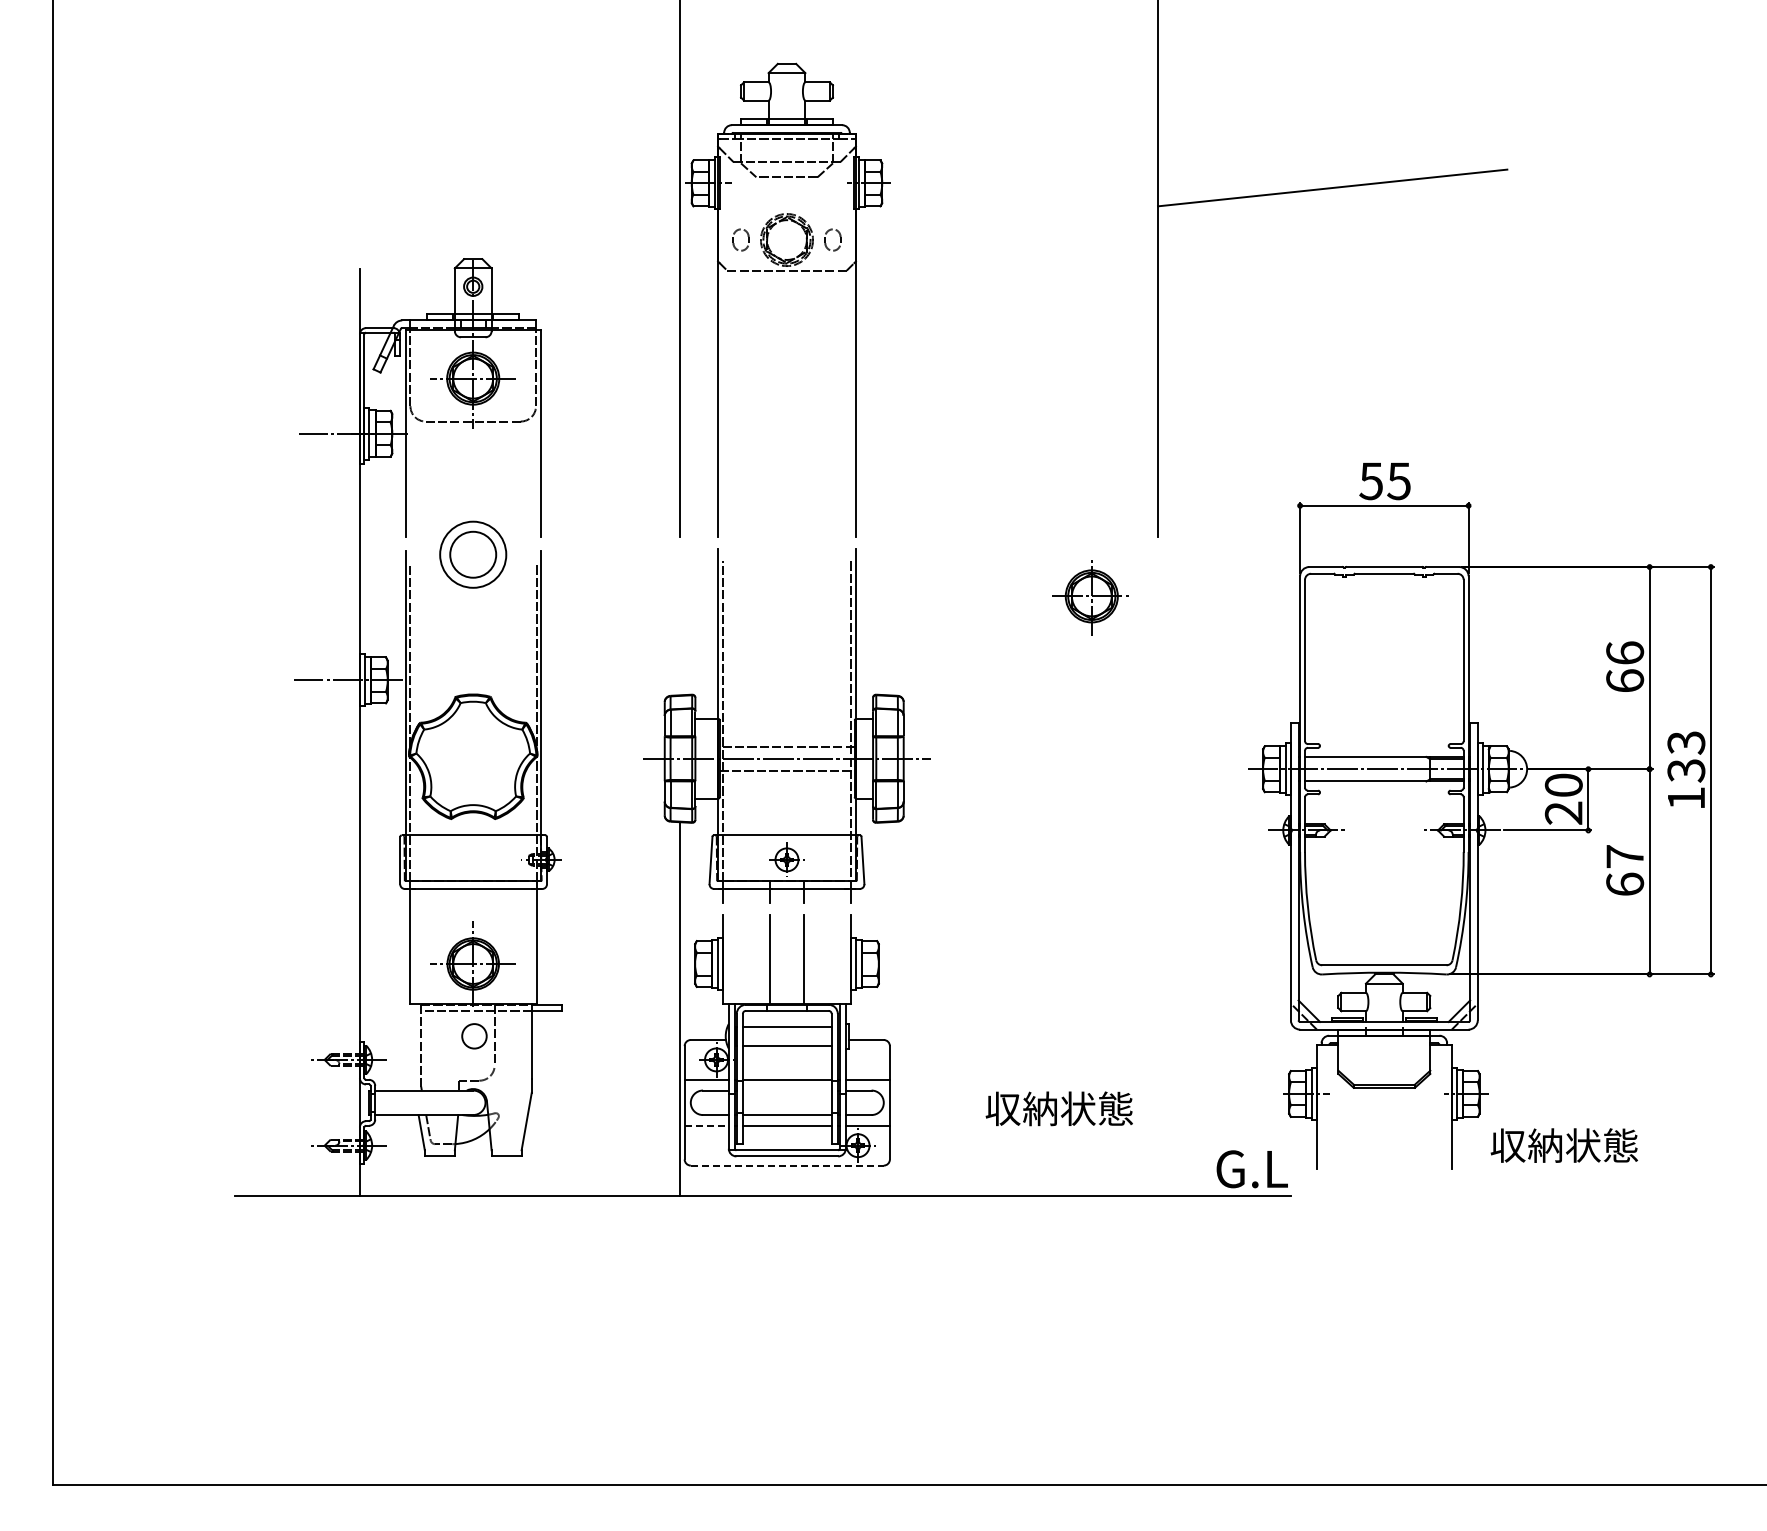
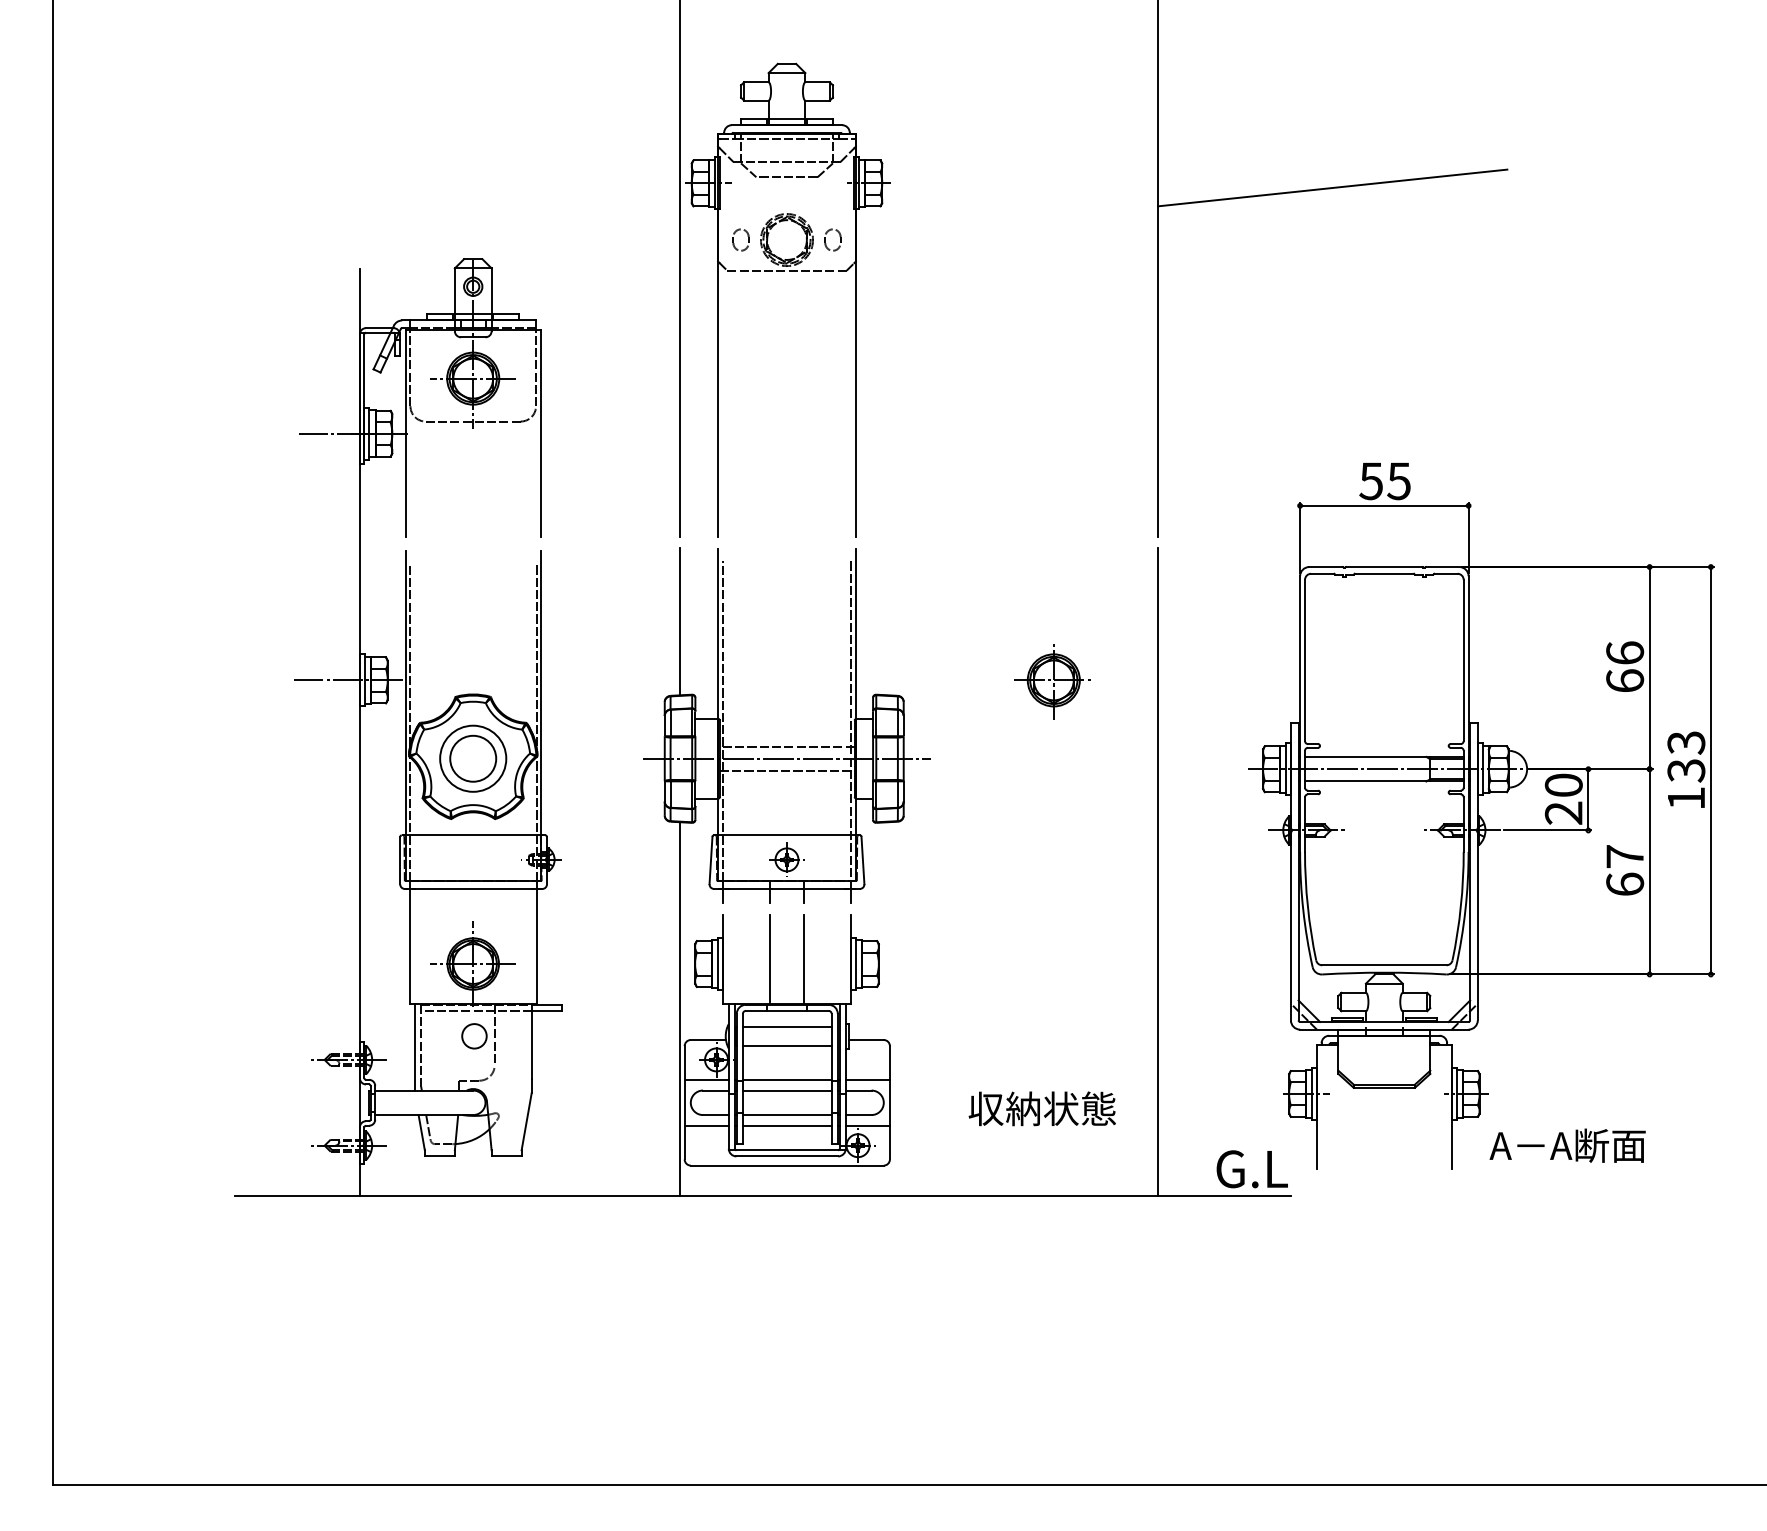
part at (473, 554) position: (473, 554) -> (473, 758)
part at (1090, 597) position: (1090, 597) -> (1052, 681)
line at (680, 621): none -> present
line at (1157, 872): none -> present
line at (414, 1046): none -> present
line at (786, 1090): none -> present
text at (1058, 1108) position: (1058, 1108) -> (1041, 1108)
line at (707, 1125): dashed -> solid
text at (1567, 1145): 収納状態 -> A－A断面
line at (787, 1165): dashed -> solid
